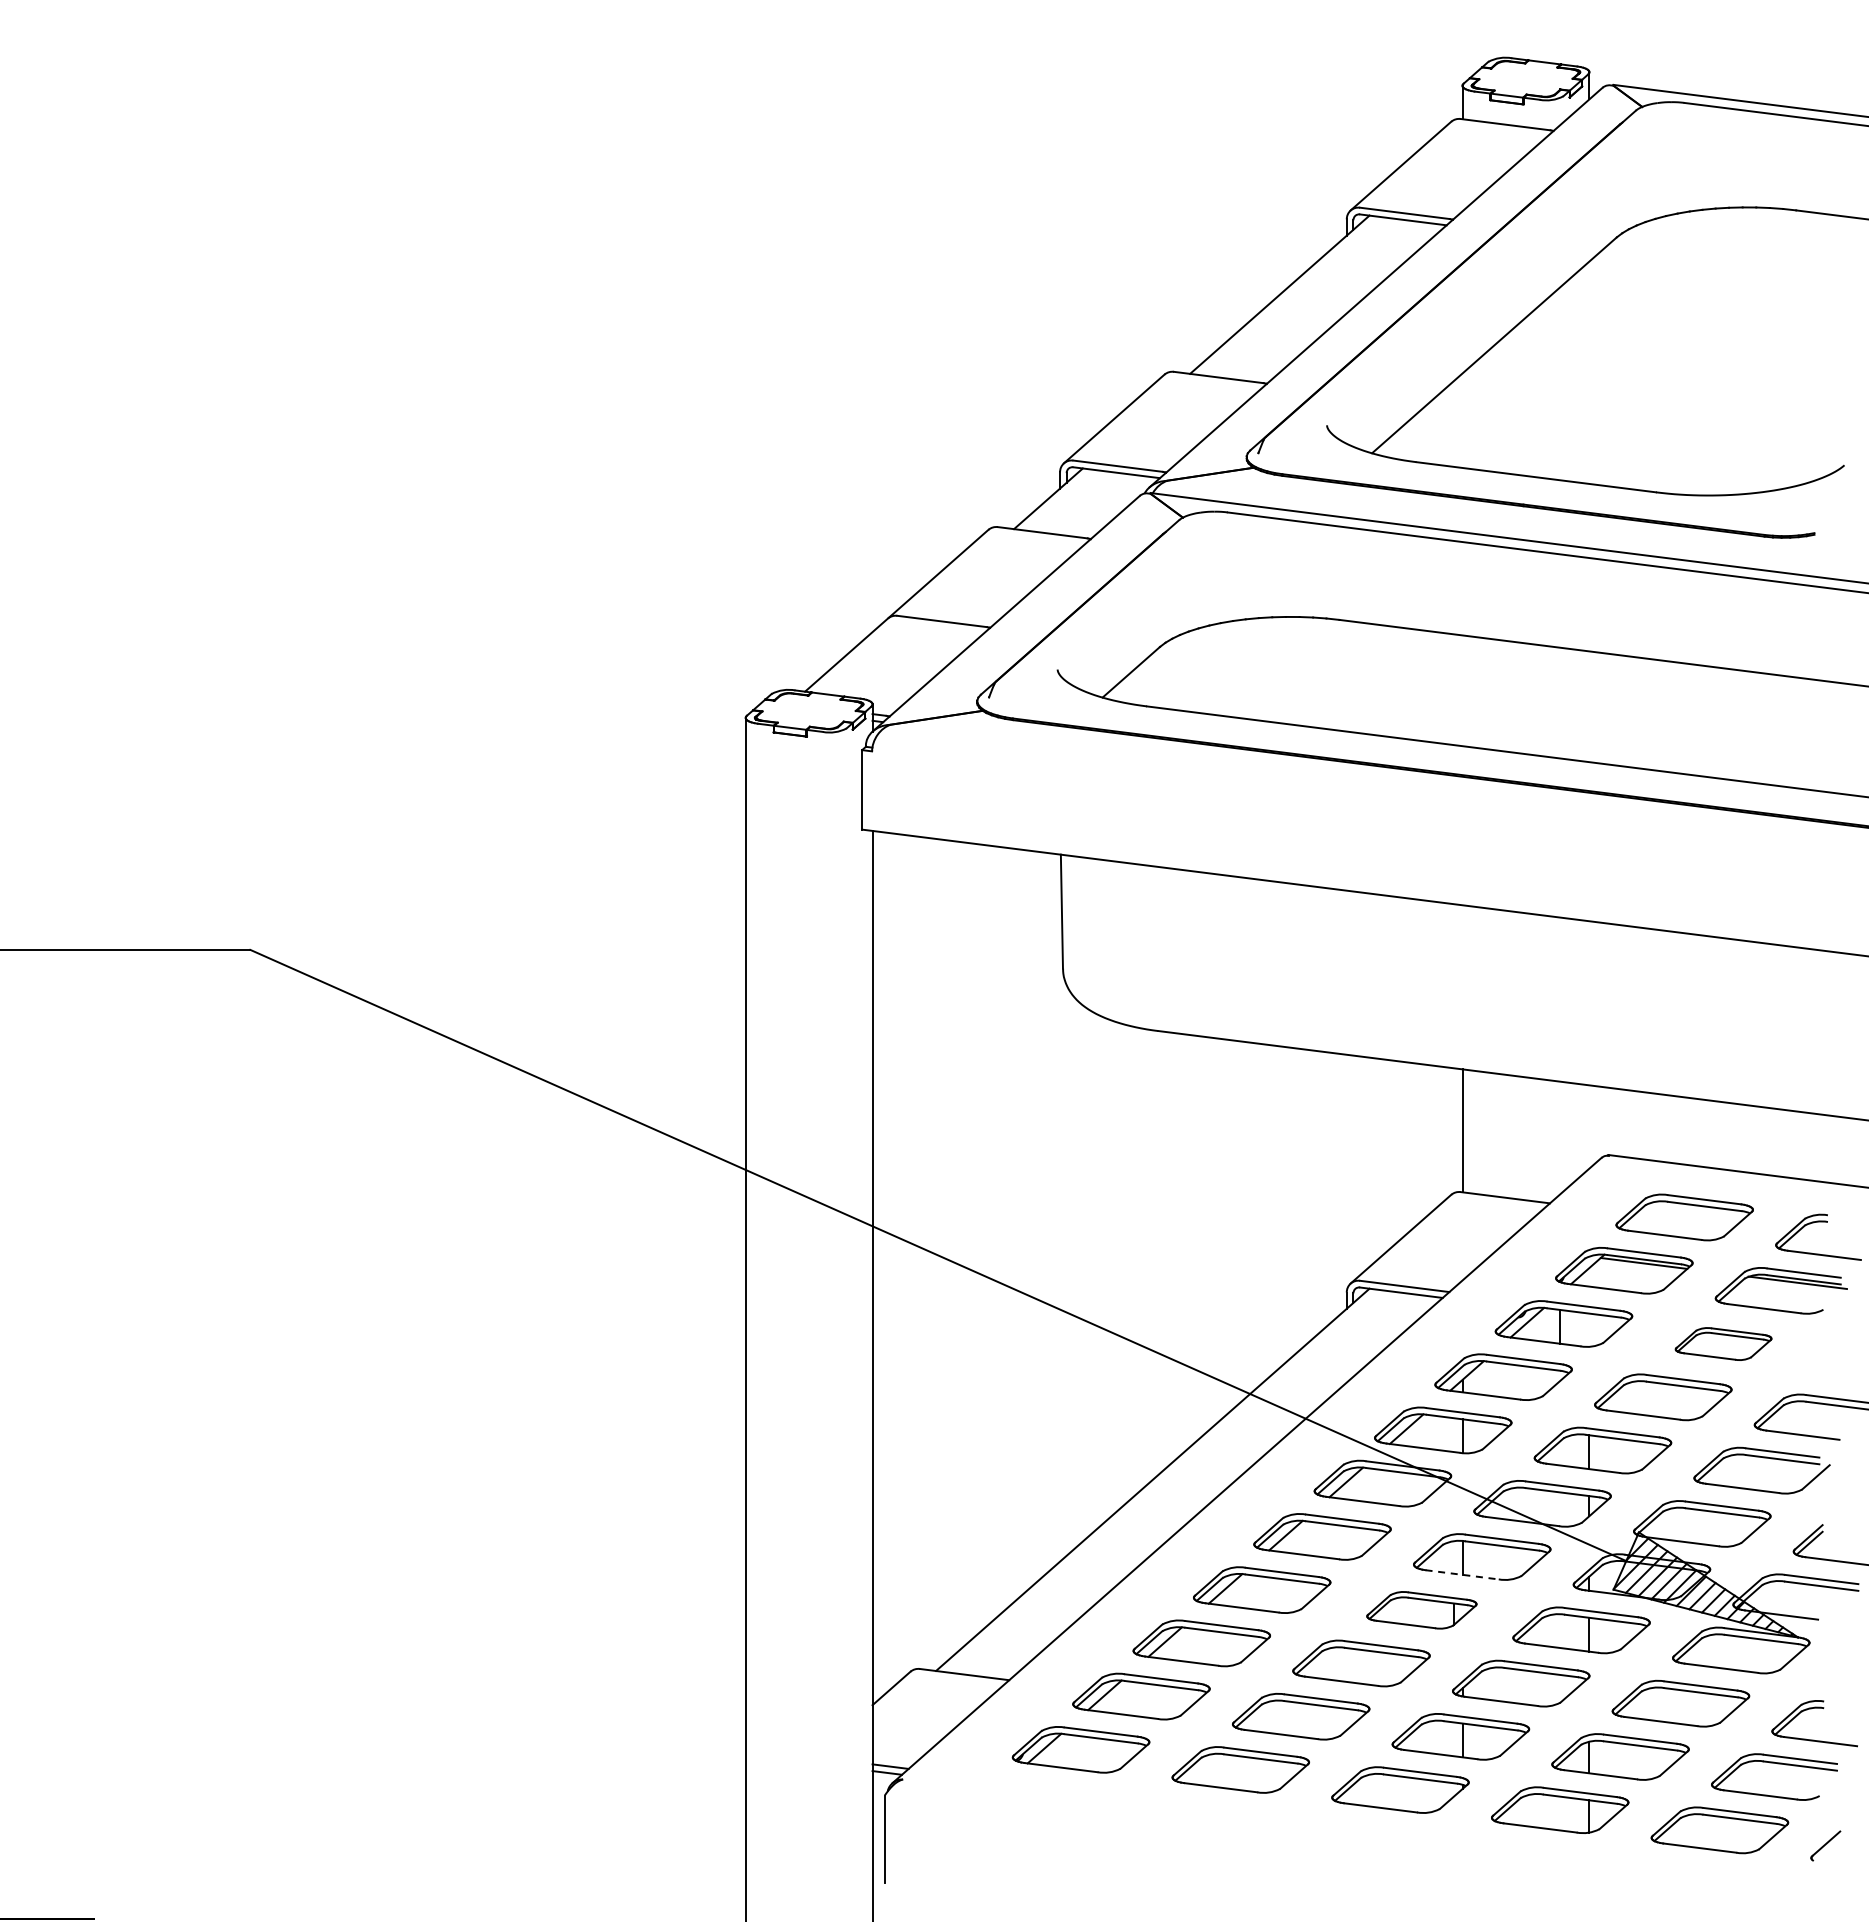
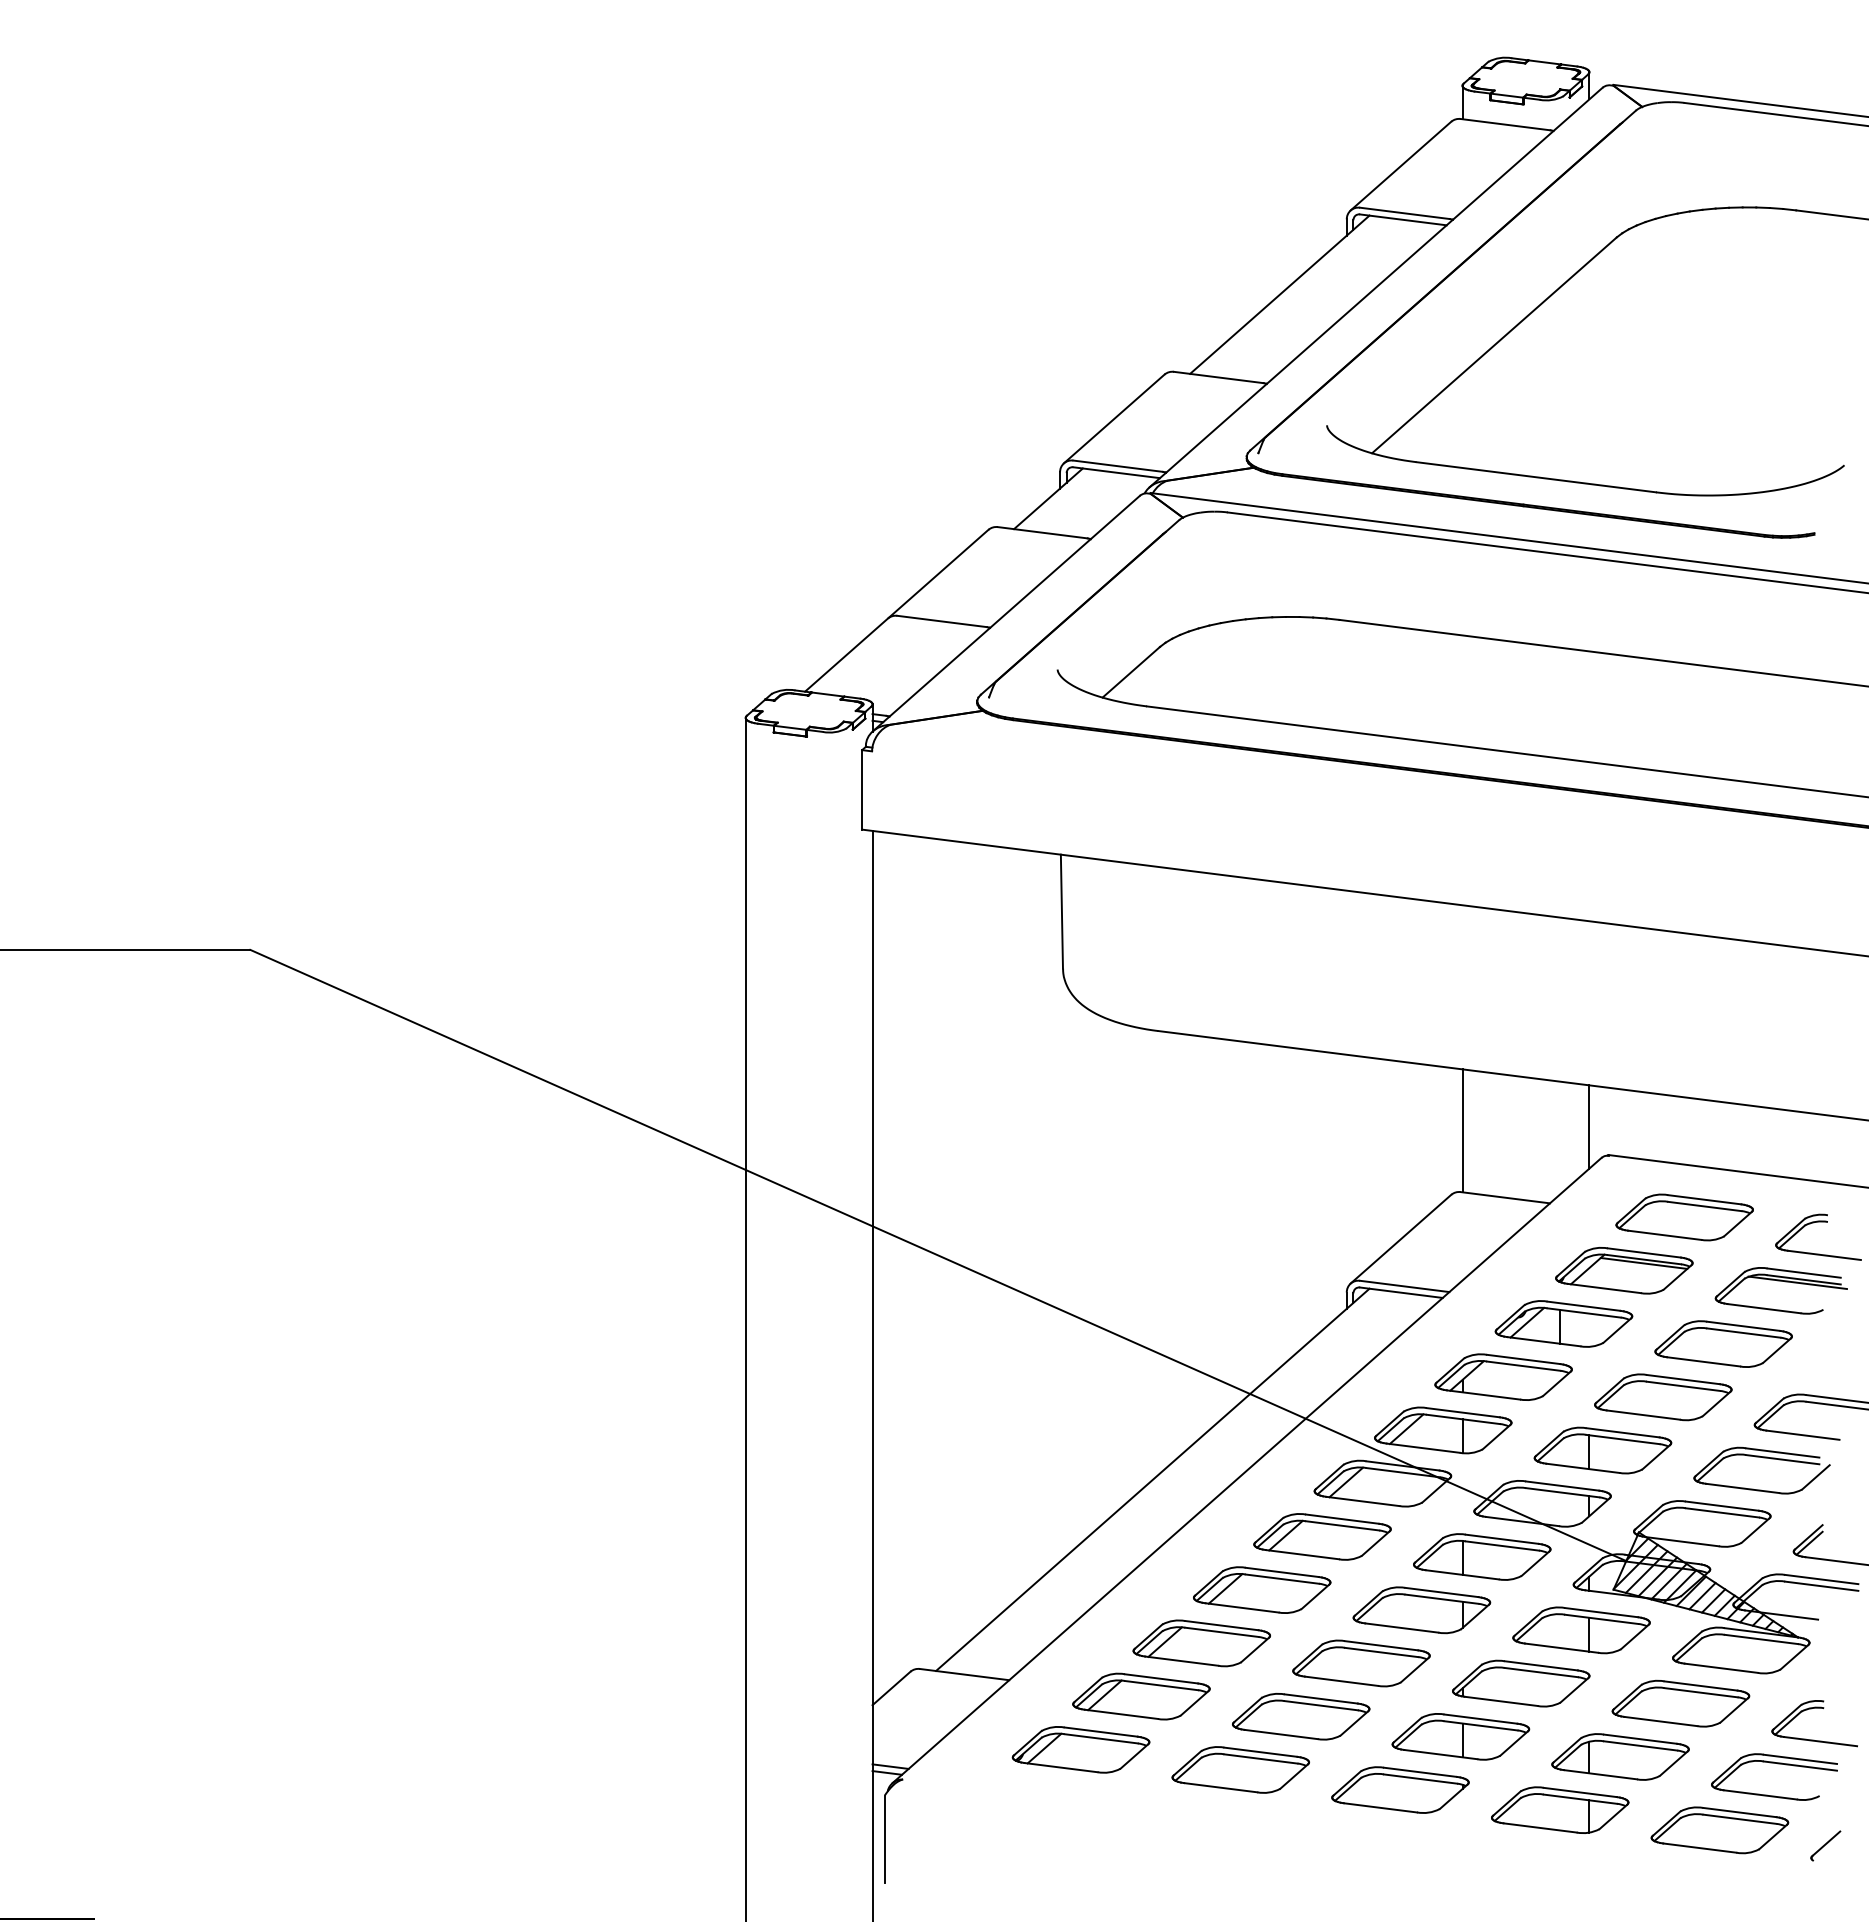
line at (1589, 1126): none -> present
part at (1723, 1343) size: 99x34 px -> 139x48 px
line at (1462, 1574): dashed -> solid
part at (1421, 1610) size: 112x39 px -> 140x49 px
